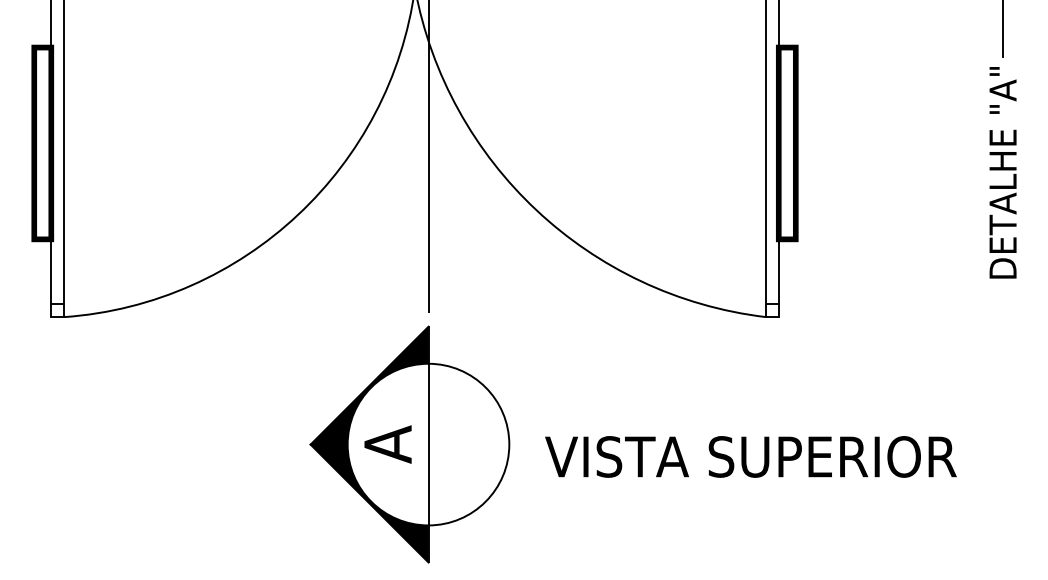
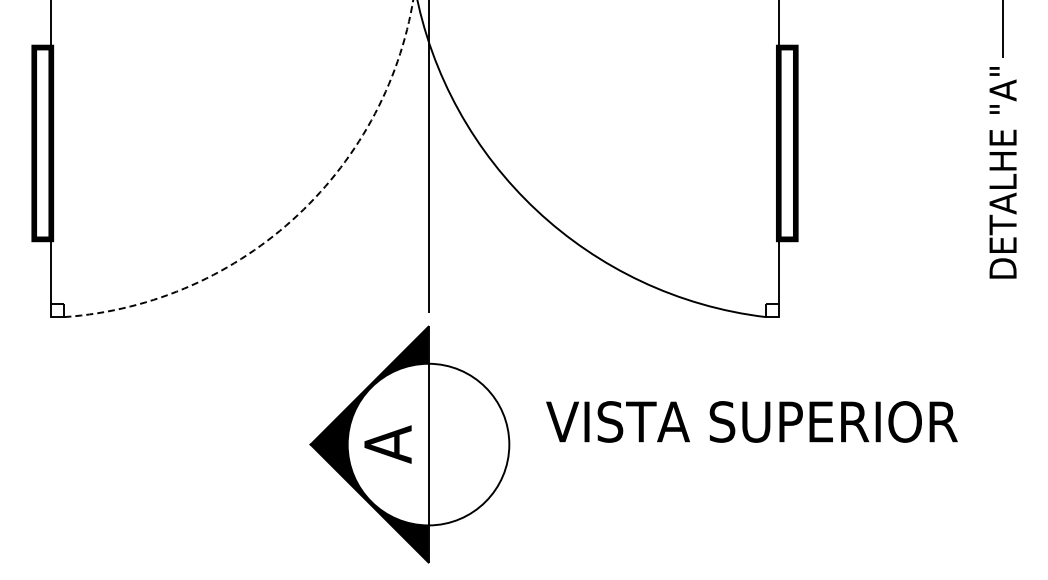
line at (64, 152): present -> none
line at (765, 152): present -> none
arc at (294, 218): solid -> dashed
text at (750, 456) position: (750, 456) -> (751, 421)
